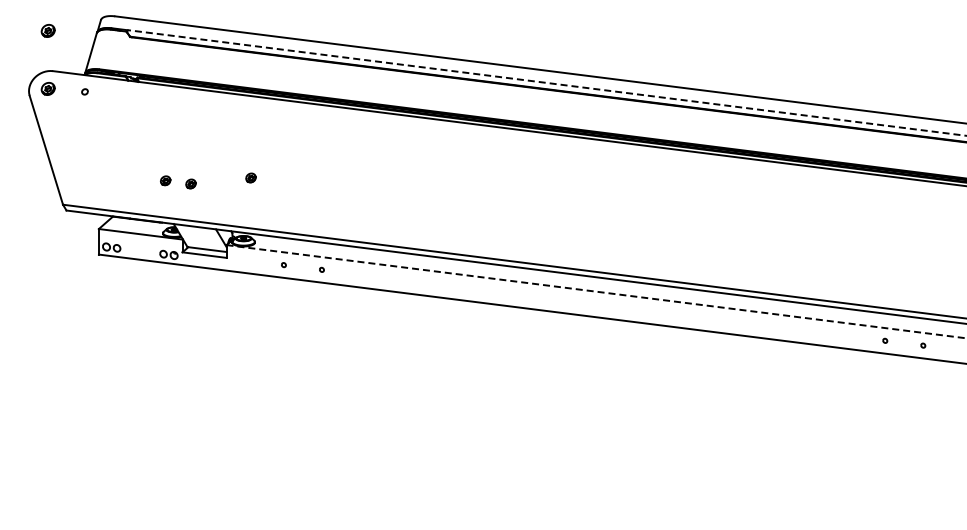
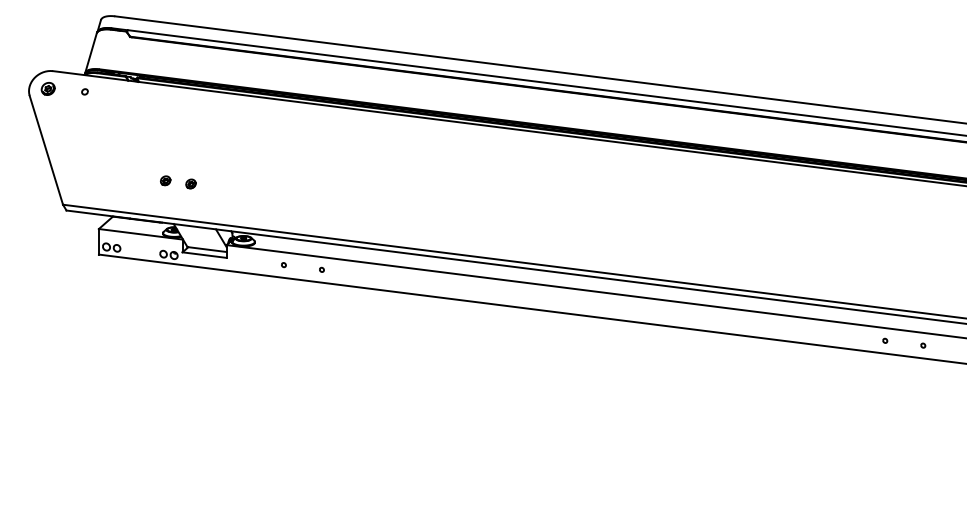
part at (47, 30): present -> none
line at (546, 82): dashed -> solid
part at (250, 177): present -> none
line at (596, 291): dashed -> solid
